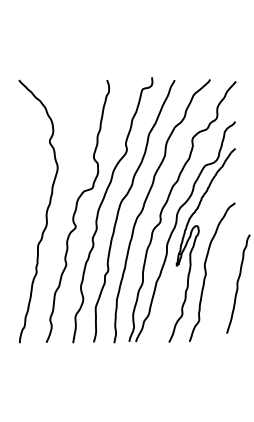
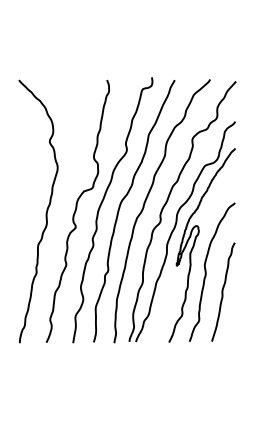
curve at (238, 283) position: (238, 283) -> (223, 291)
